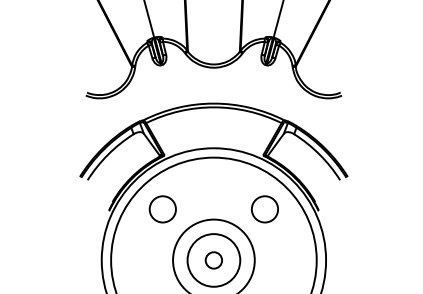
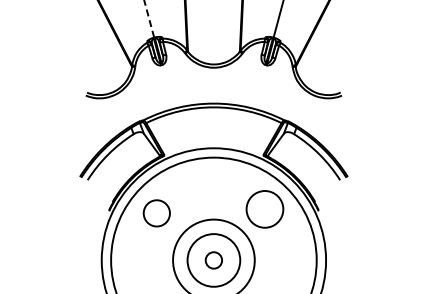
line at (149, 18): solid -> dashed
circle at (162, 209) position: (162, 209) -> (156, 213)
circle at (264, 209) diameter: 26 px -> 37 px
